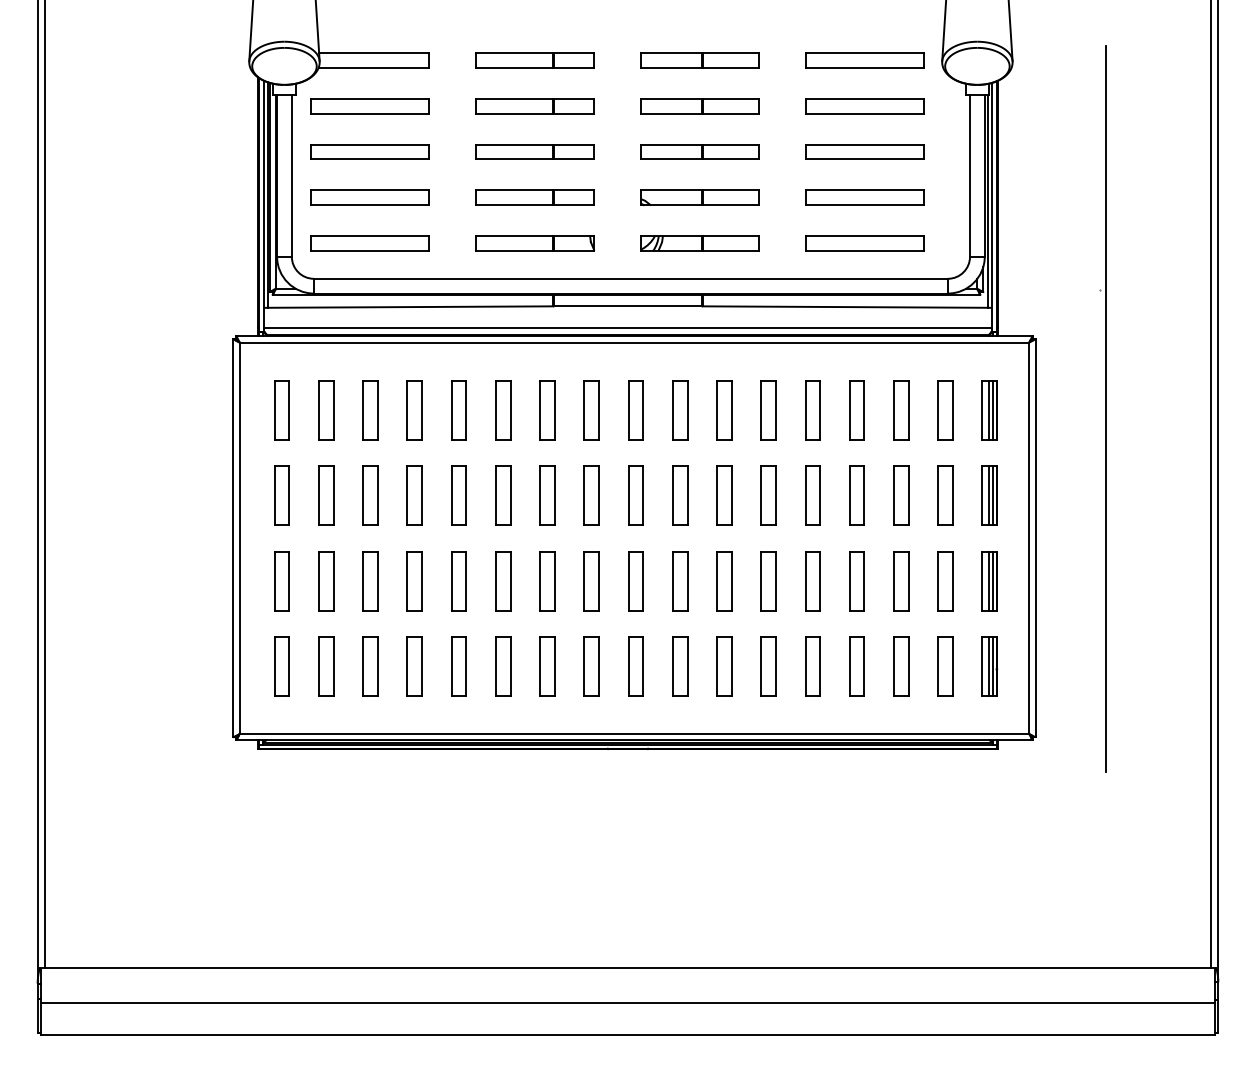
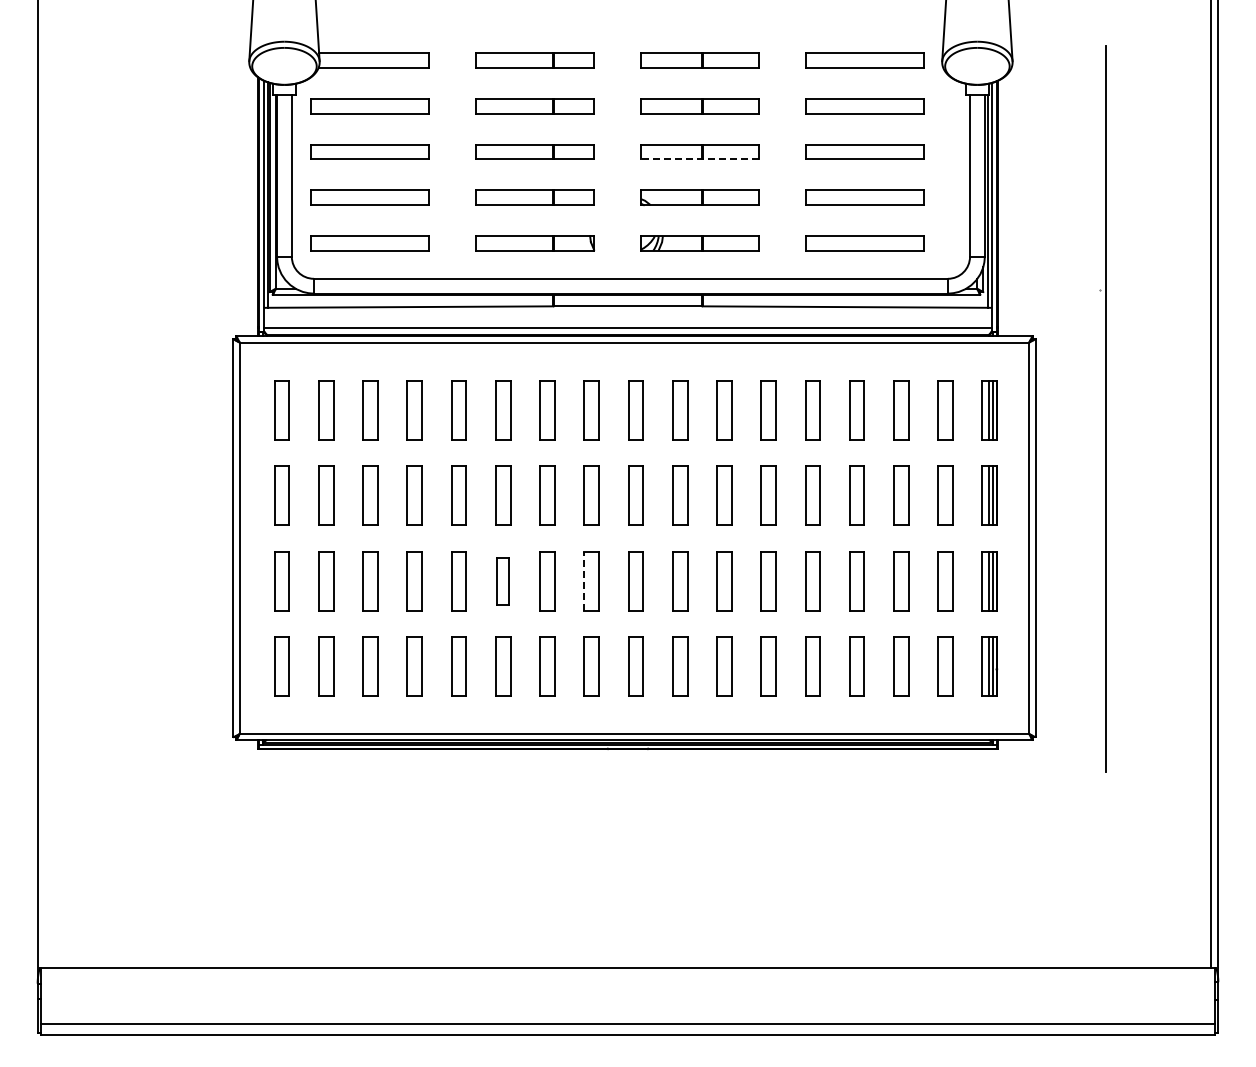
line at (700, 159): solid -> dashed
line at (45, 484): present -> none
line at (584, 580): solid -> dashed
part at (503, 581) size: 17x61 px -> 14x49 px
line at (627, 1002) position: (627, 1002) -> (627, 1023)
